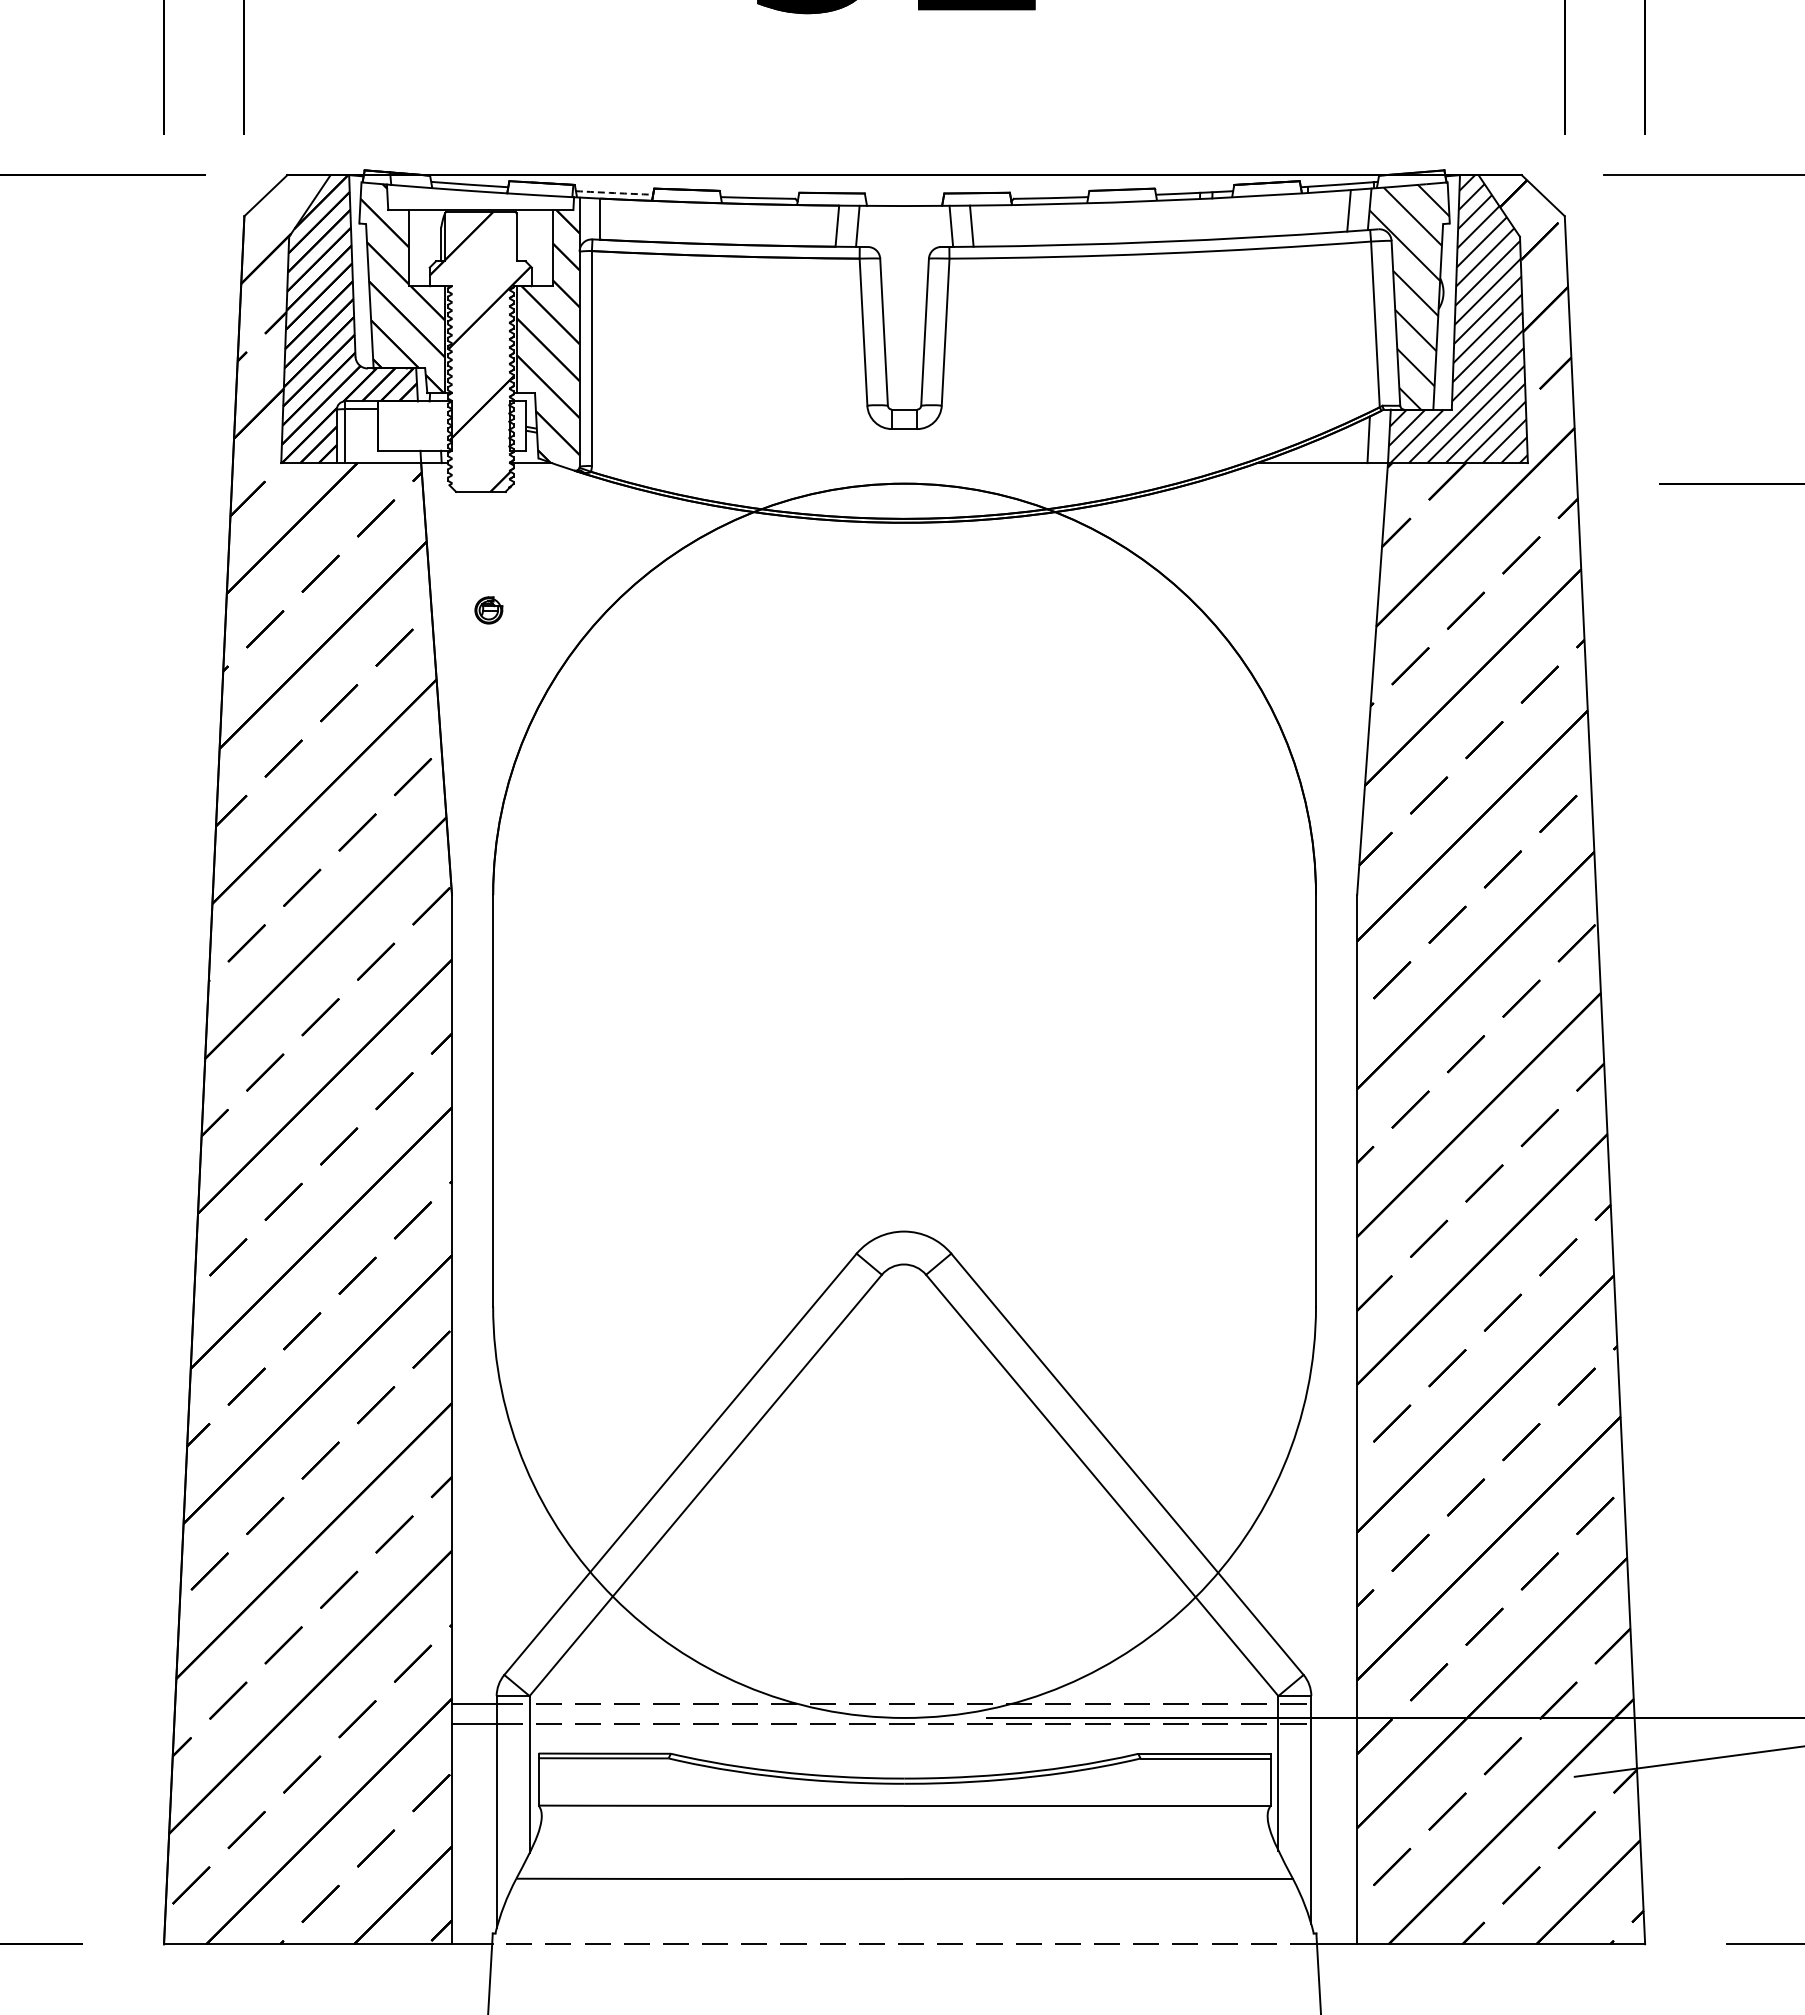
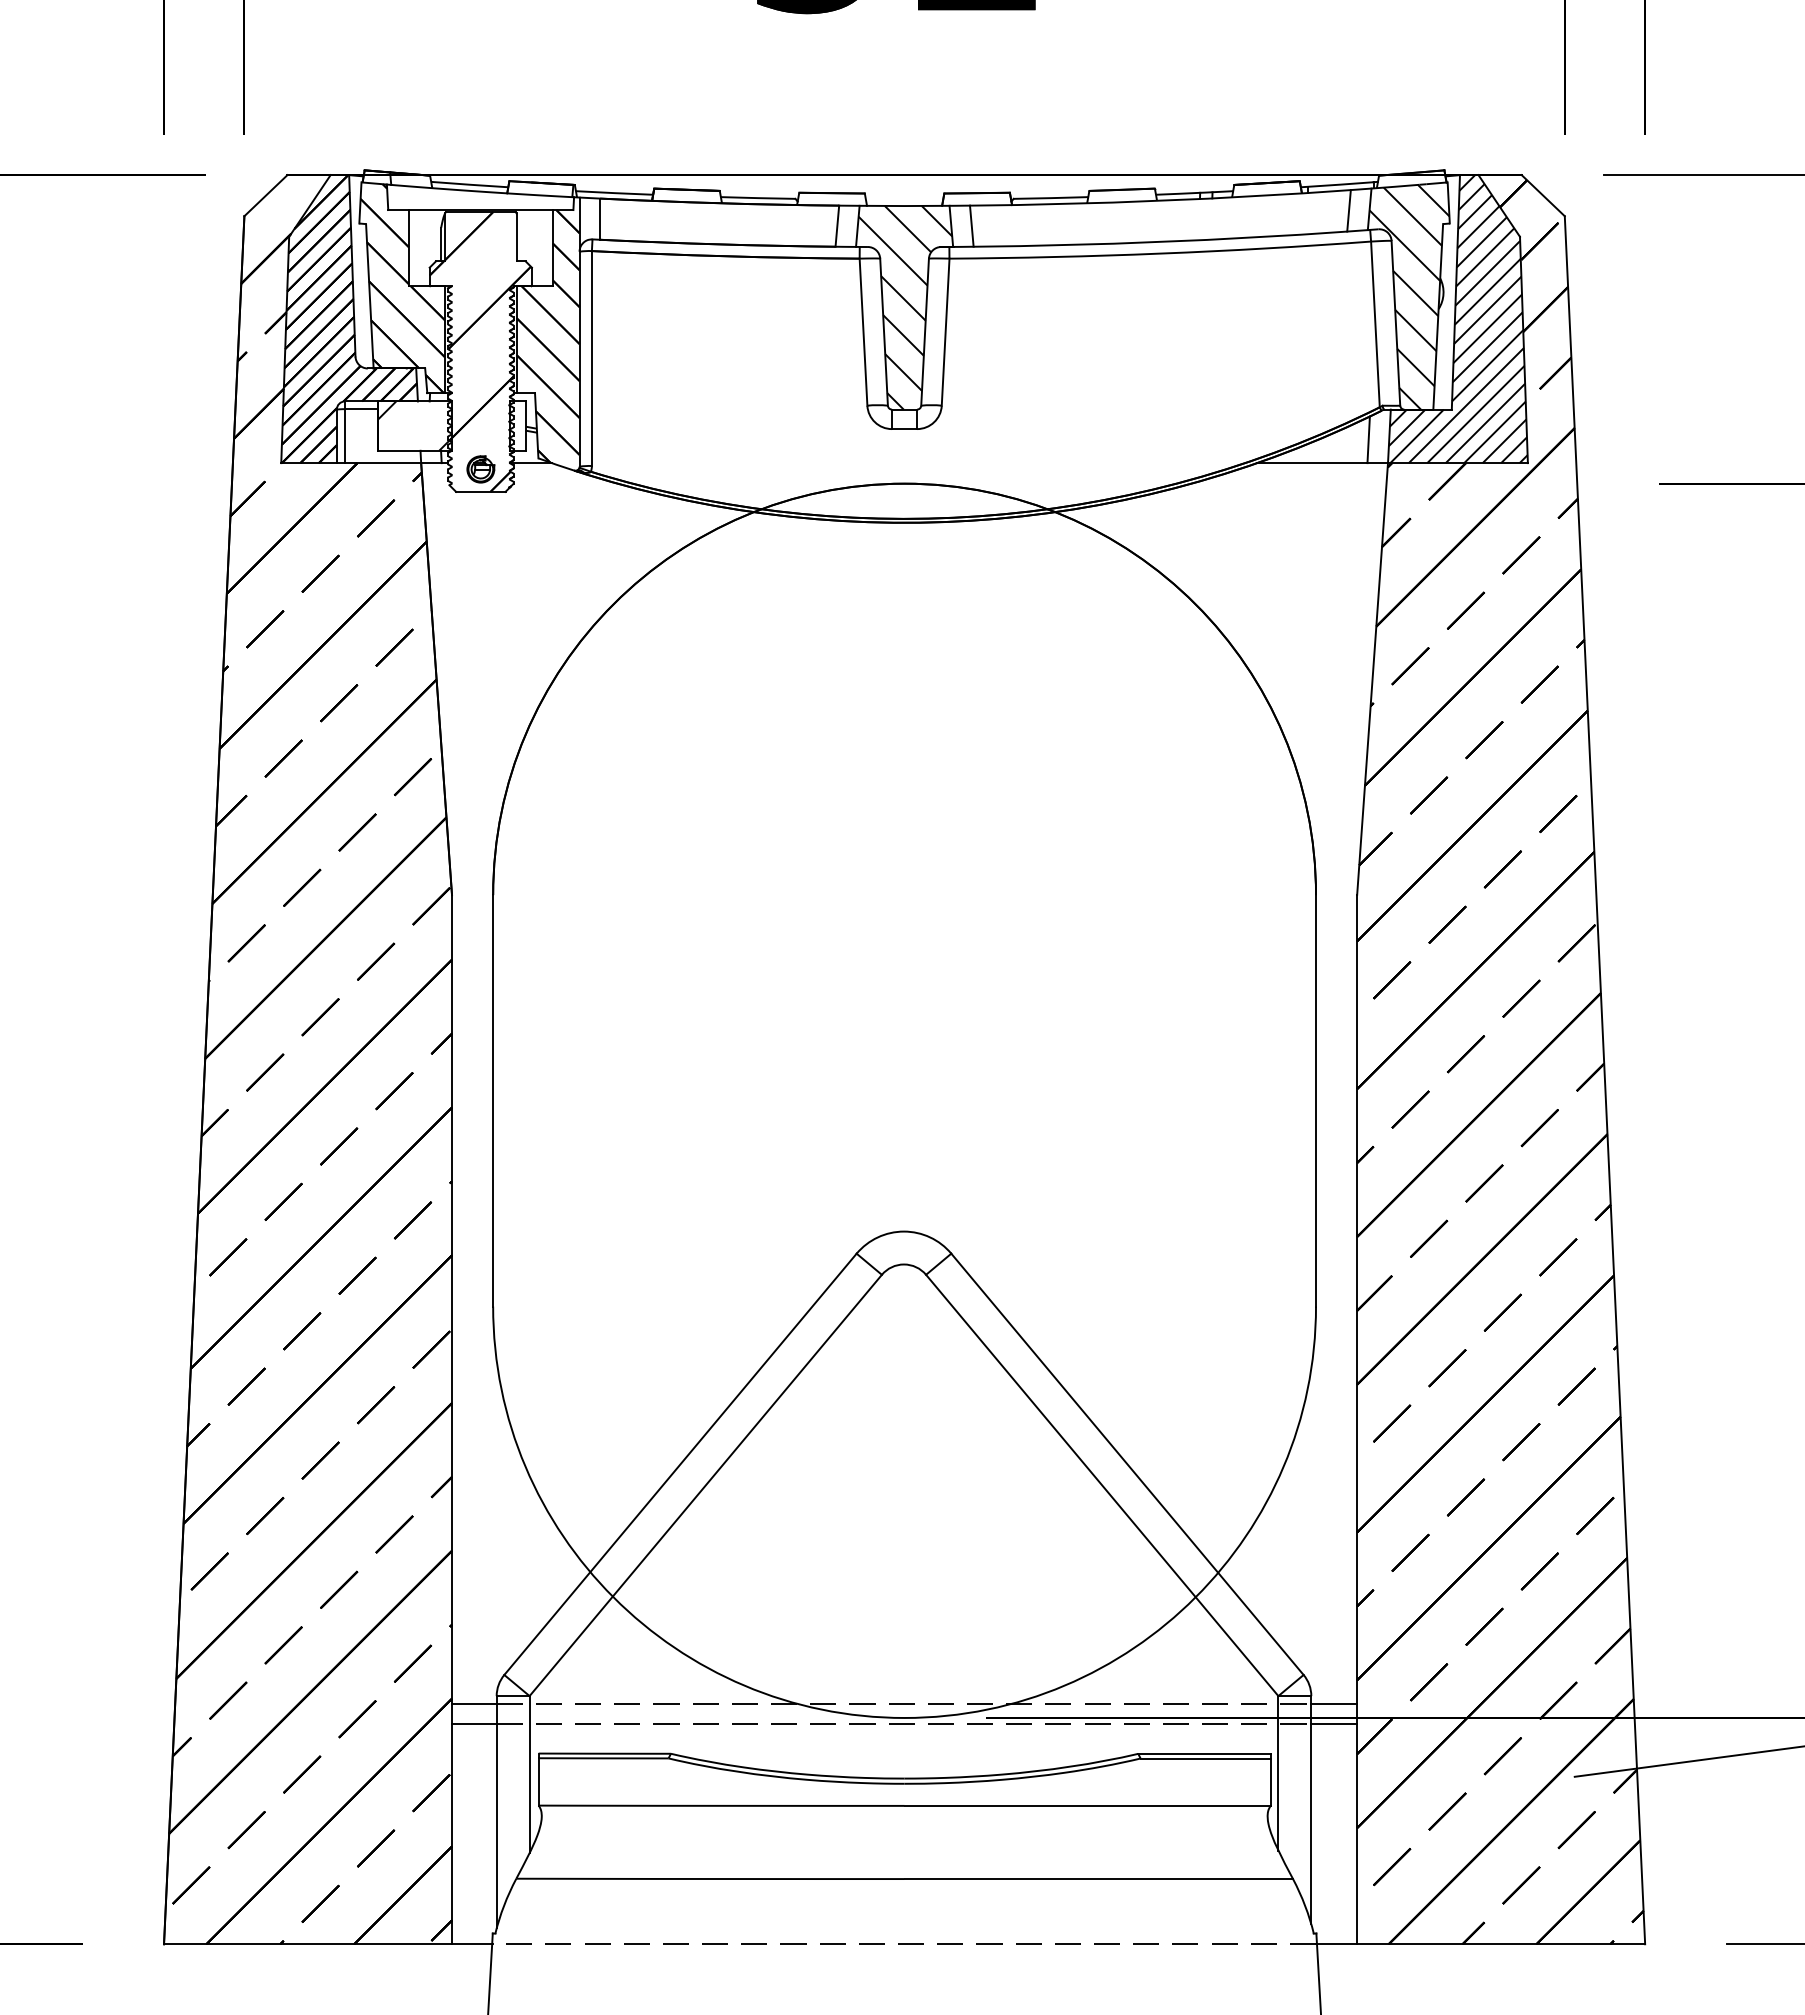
arc at (614, 193): dashed -> solid
hatch at (905, 307): none -> present
hatch at (414, 425): none -> present
part at (488, 610) position: (488, 610) -> (480, 469)
line at (1334, 1703): none -> present
line at (1334, 1724): none -> present
